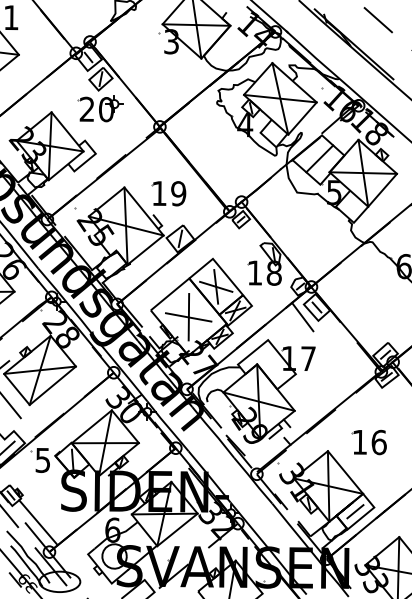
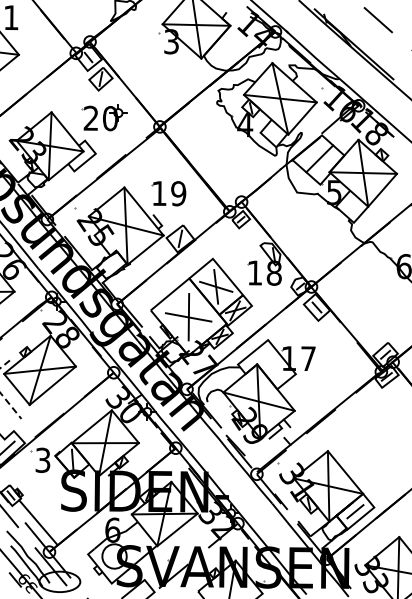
part at (100, 108) position: (100, 108) -> (104, 117)
line at (302, 316): present -> none
line at (7, 401): solid -> dashed
part at (368, 442): present -> none
text at (43, 459): 5 -> 3
